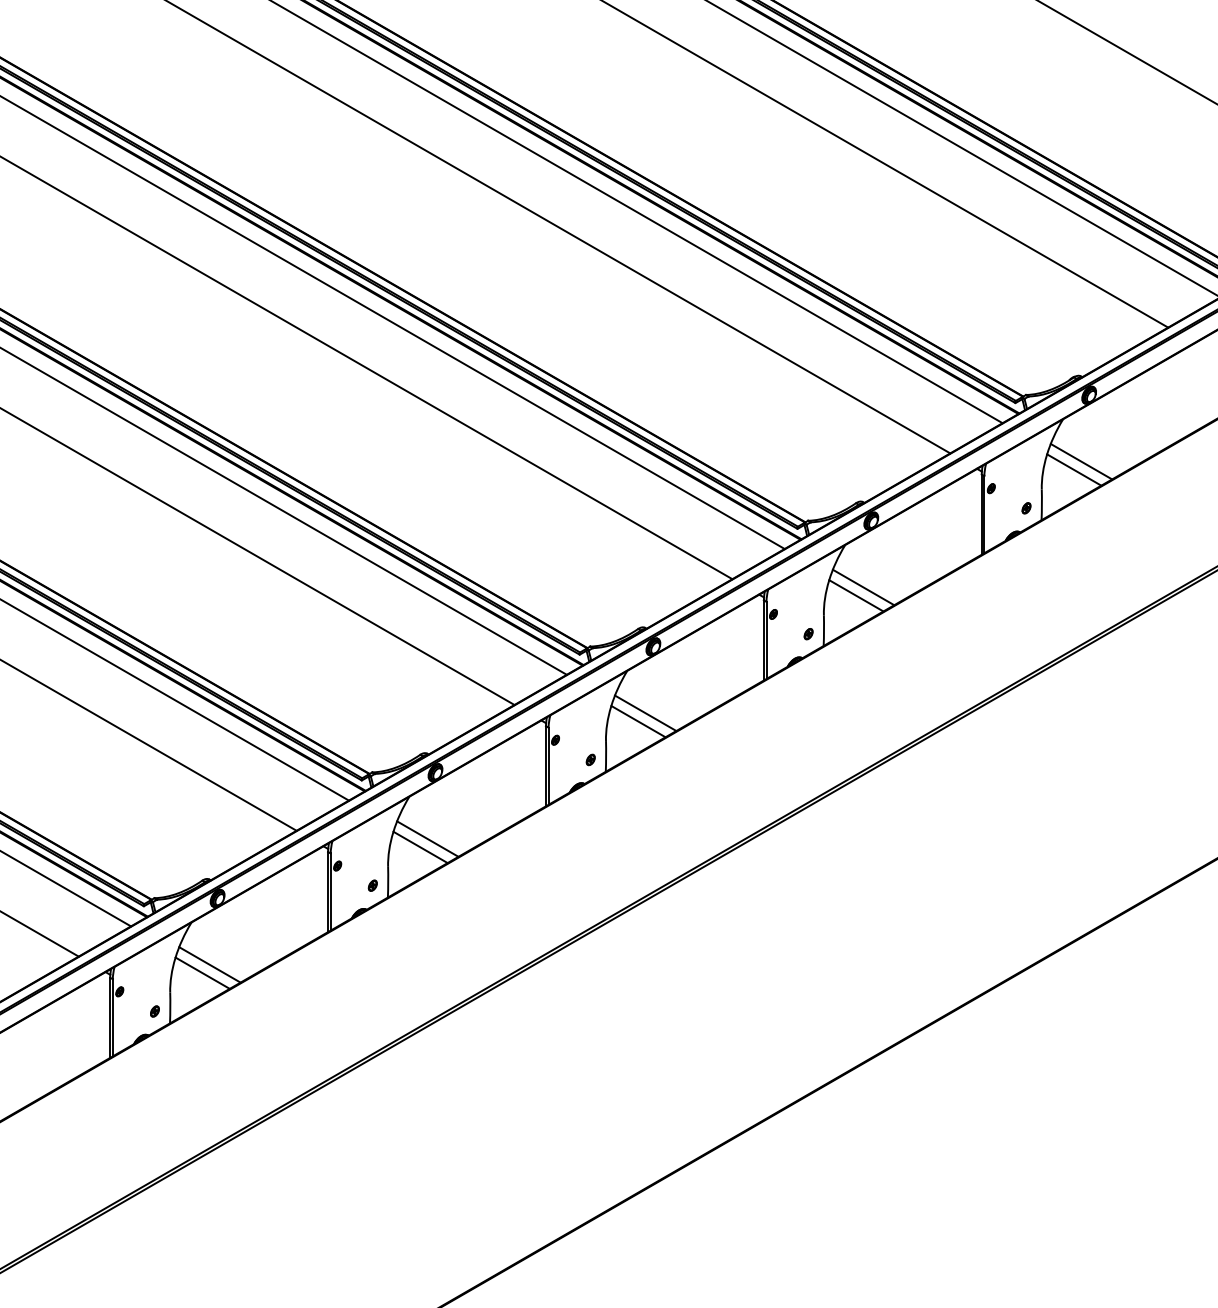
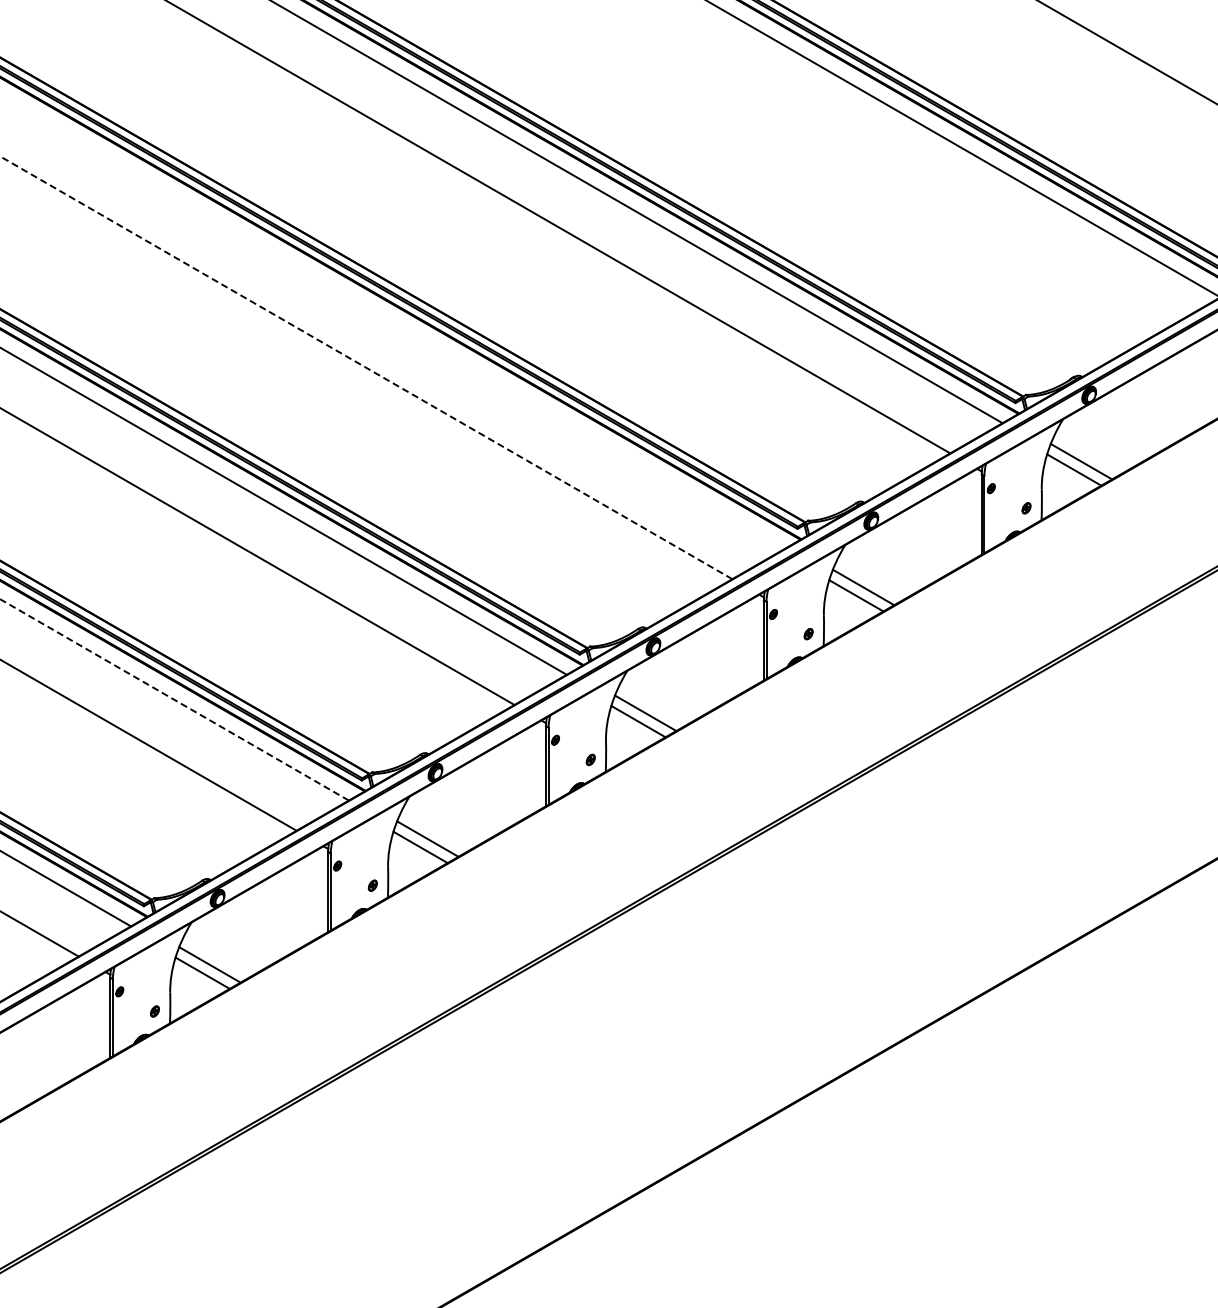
line at (886, 164): present -> none
line at (393, 323): present -> none
line at (366, 367): solid -> dashed
line at (174, 700): solid -> dashed
